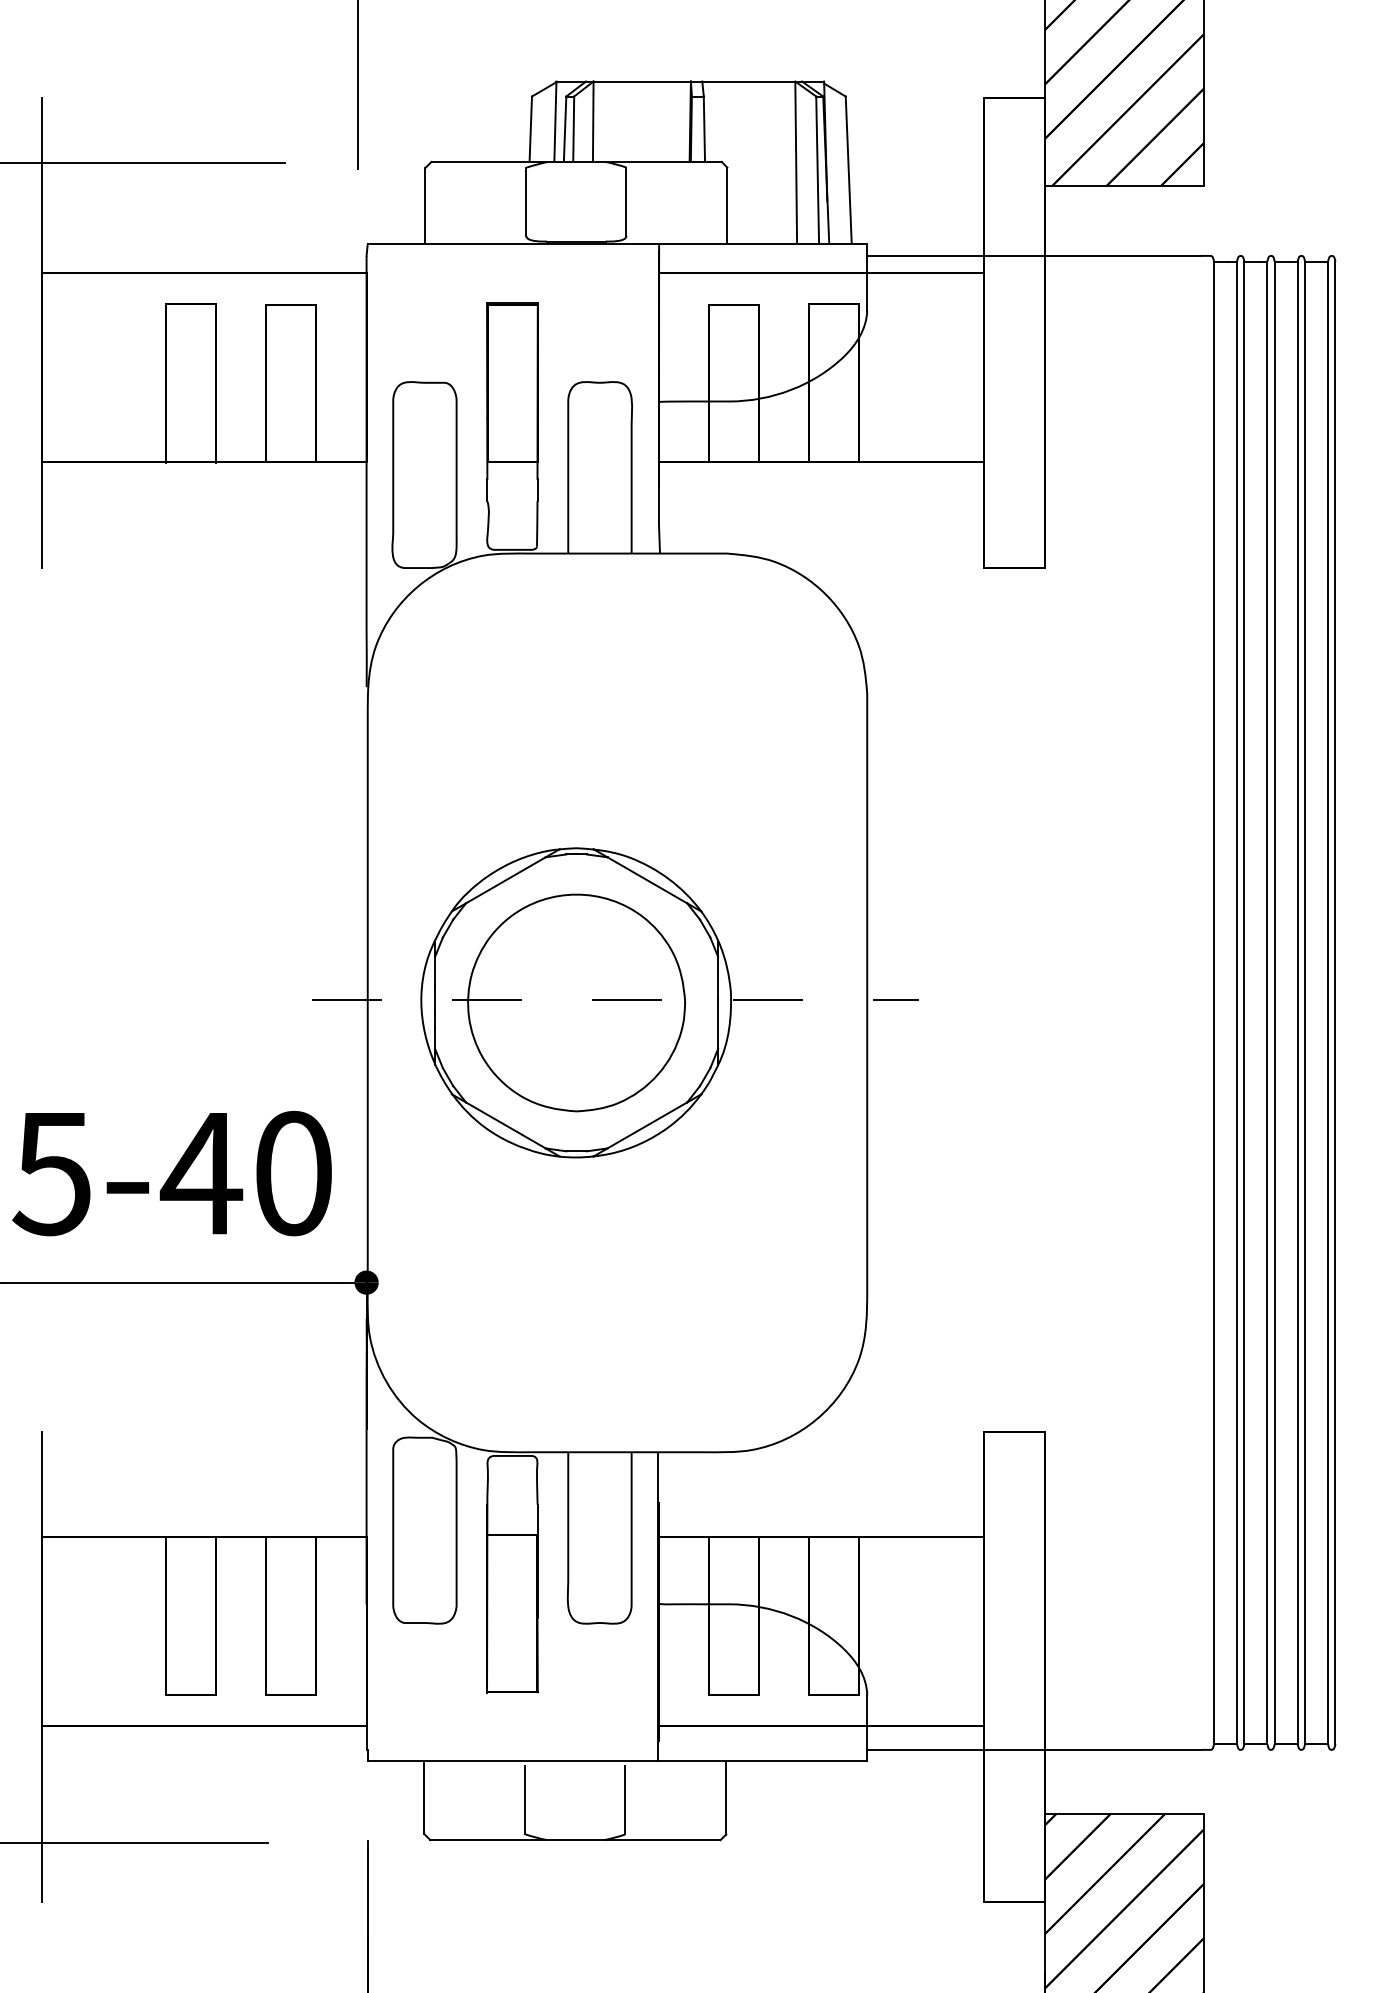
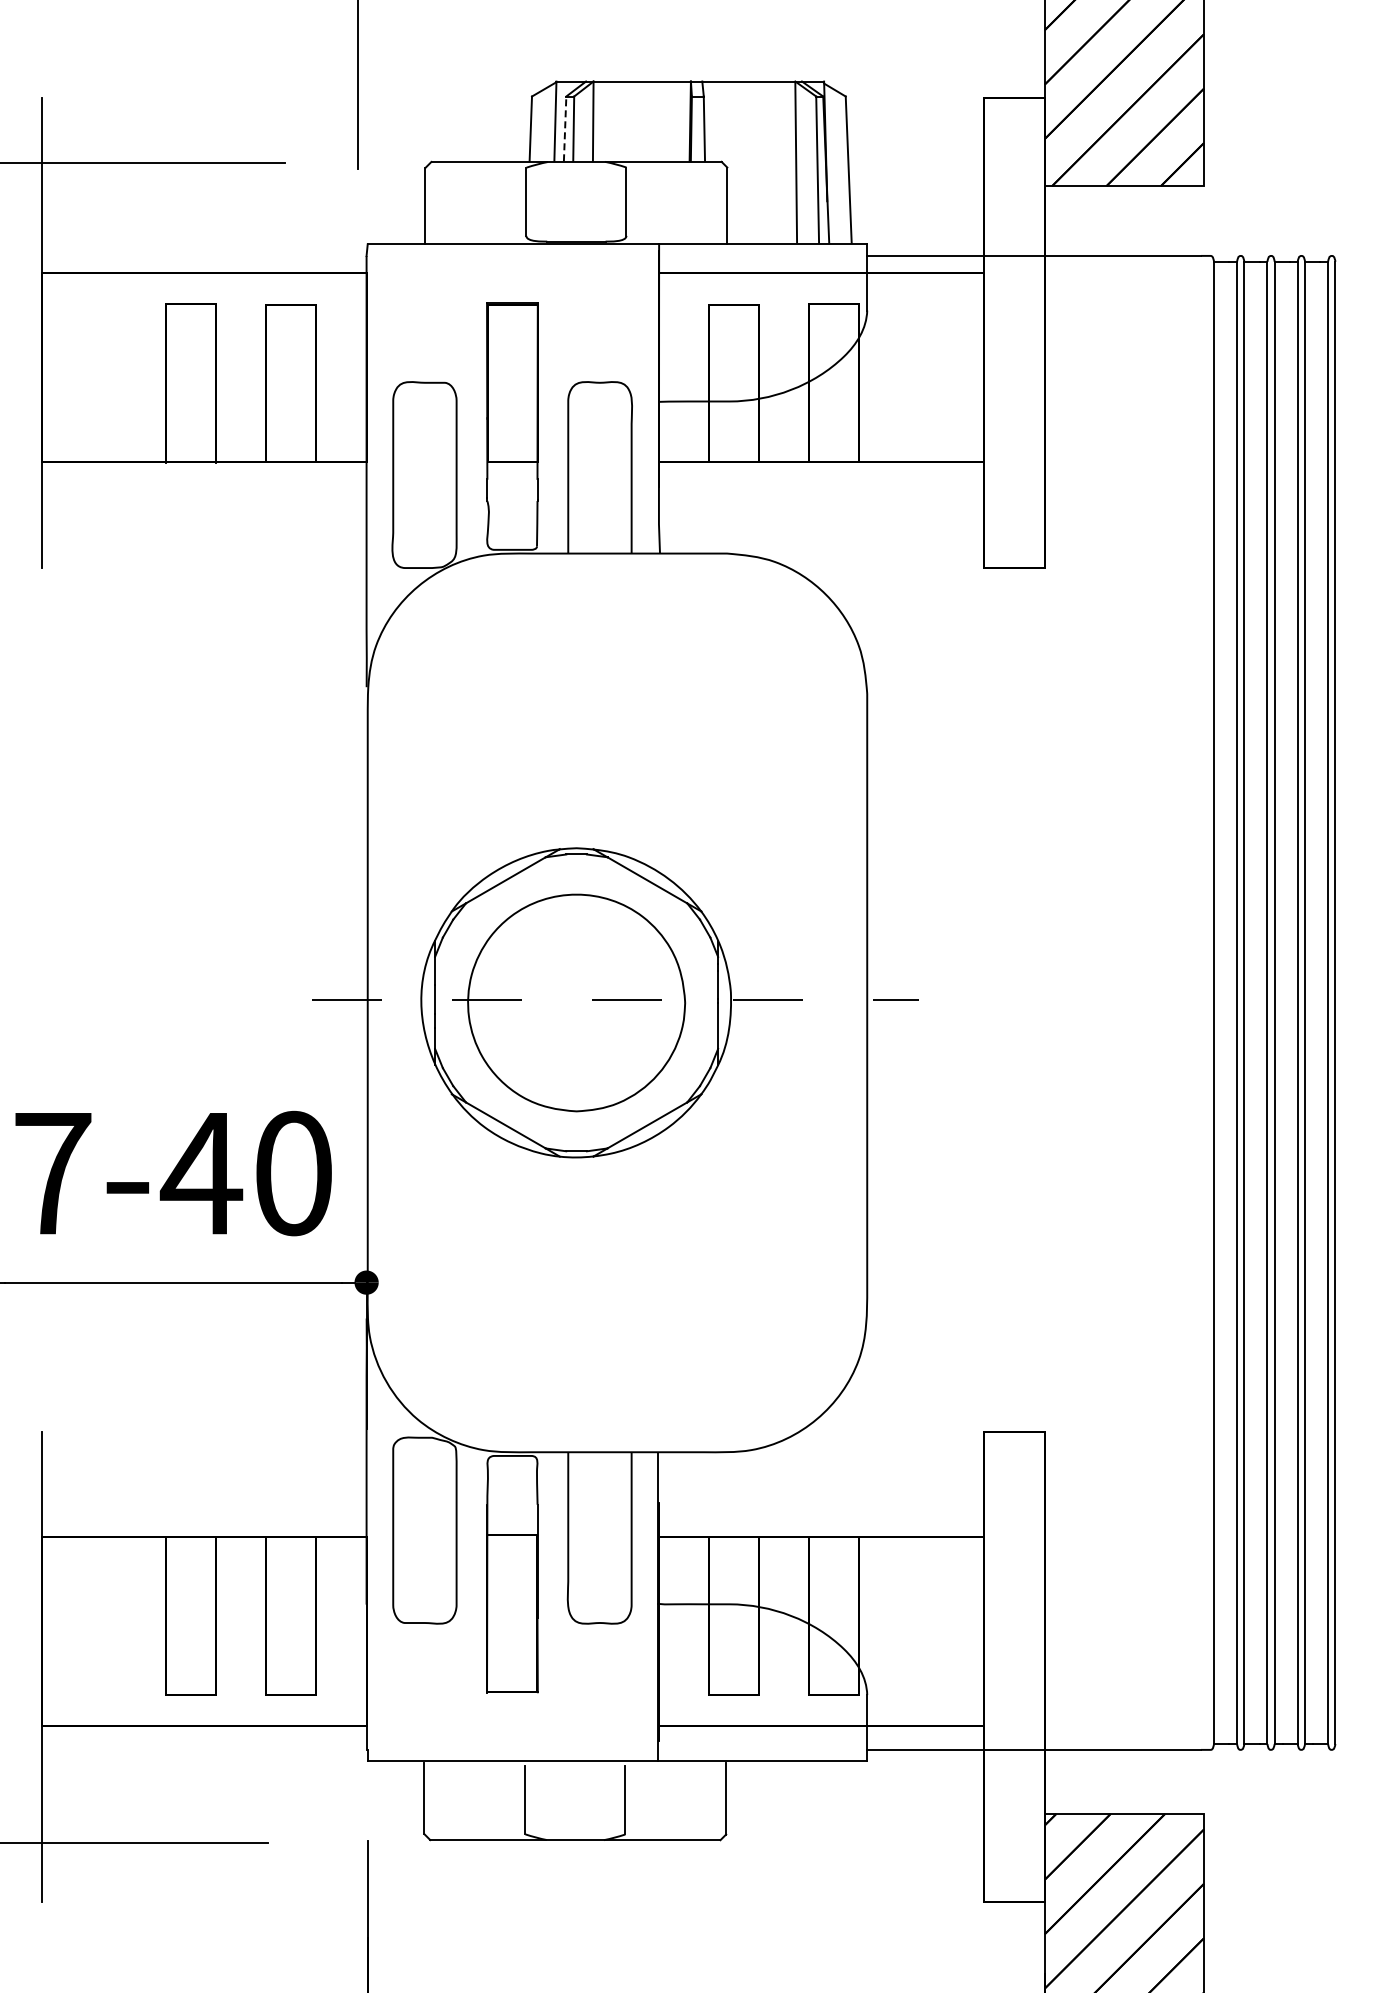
line at (565, 128): solid -> dashed
text at (51, 1174): 5-40 -> 7-40
